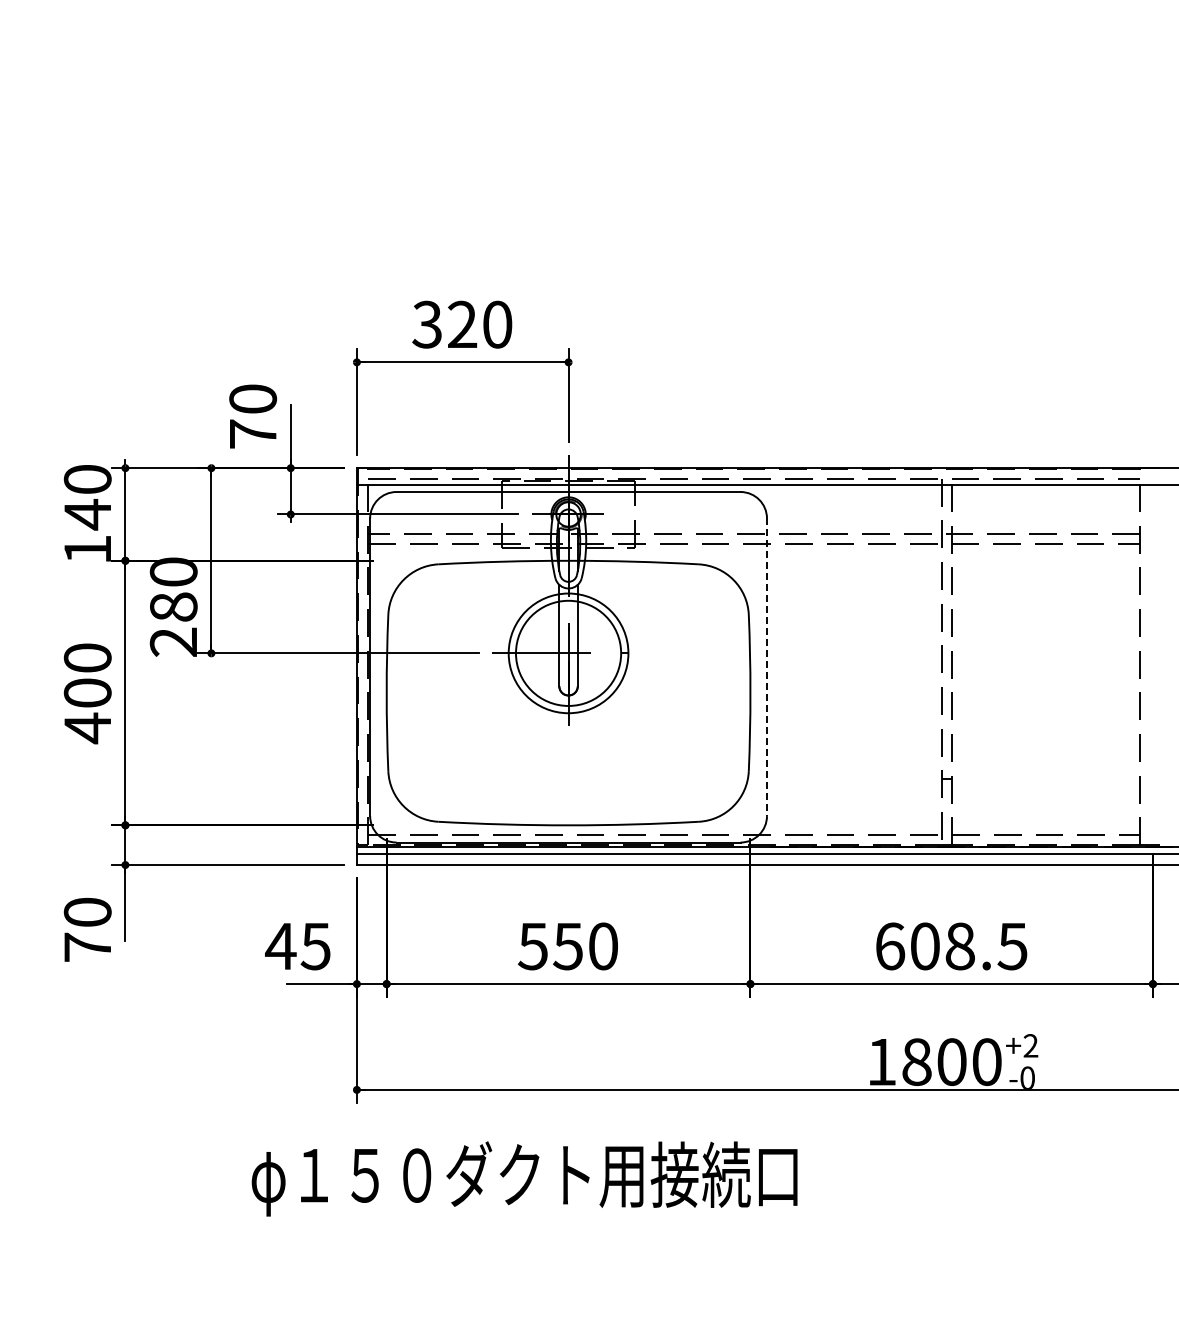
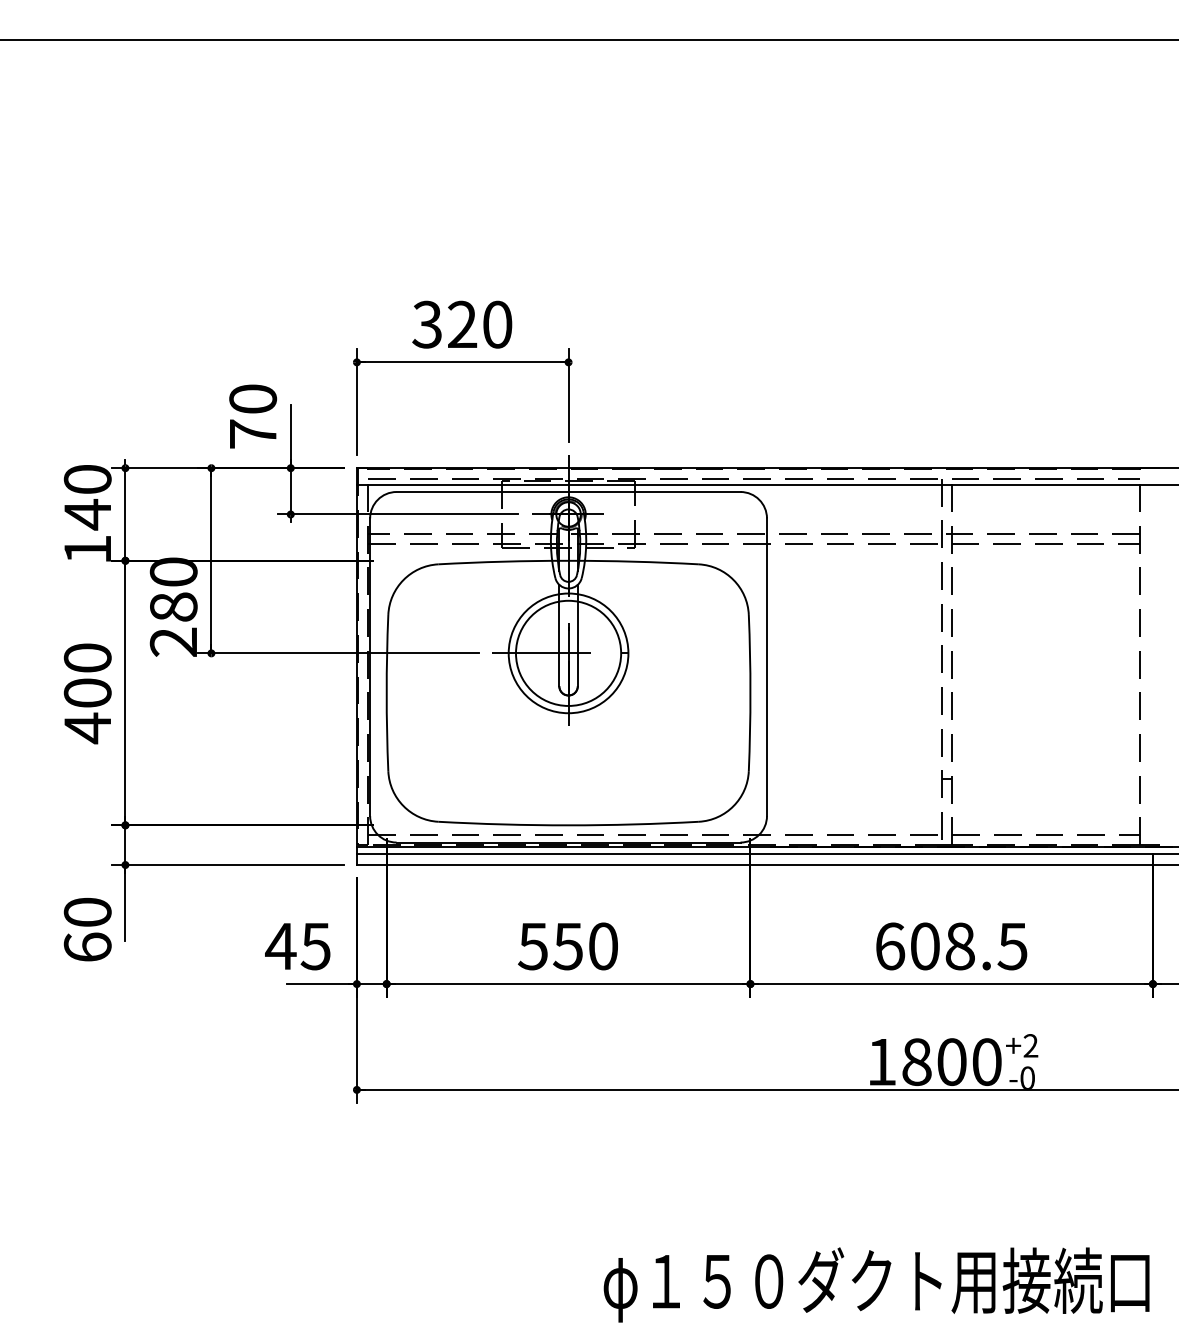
line at (588, 39): none -> present
line at (767, 667): dashed -> solid
text at (87, 946): 70 -> 60
text at (524, 1178) position: (524, 1178) -> (876, 1284)
